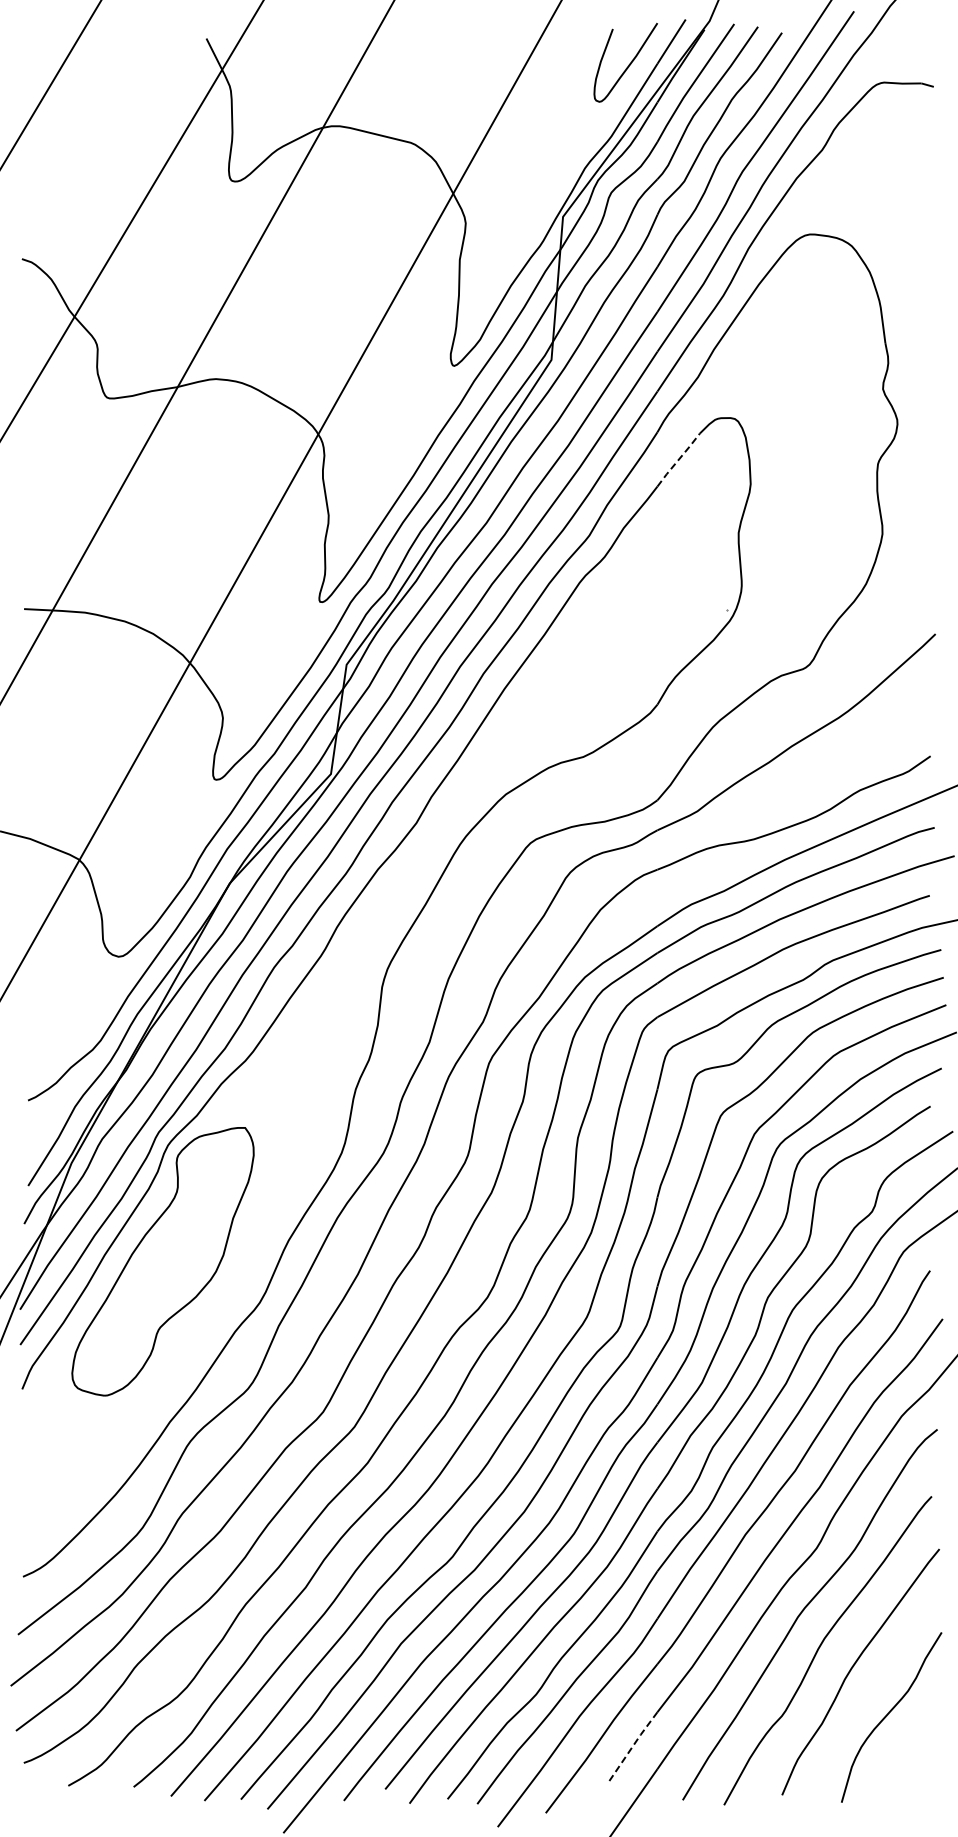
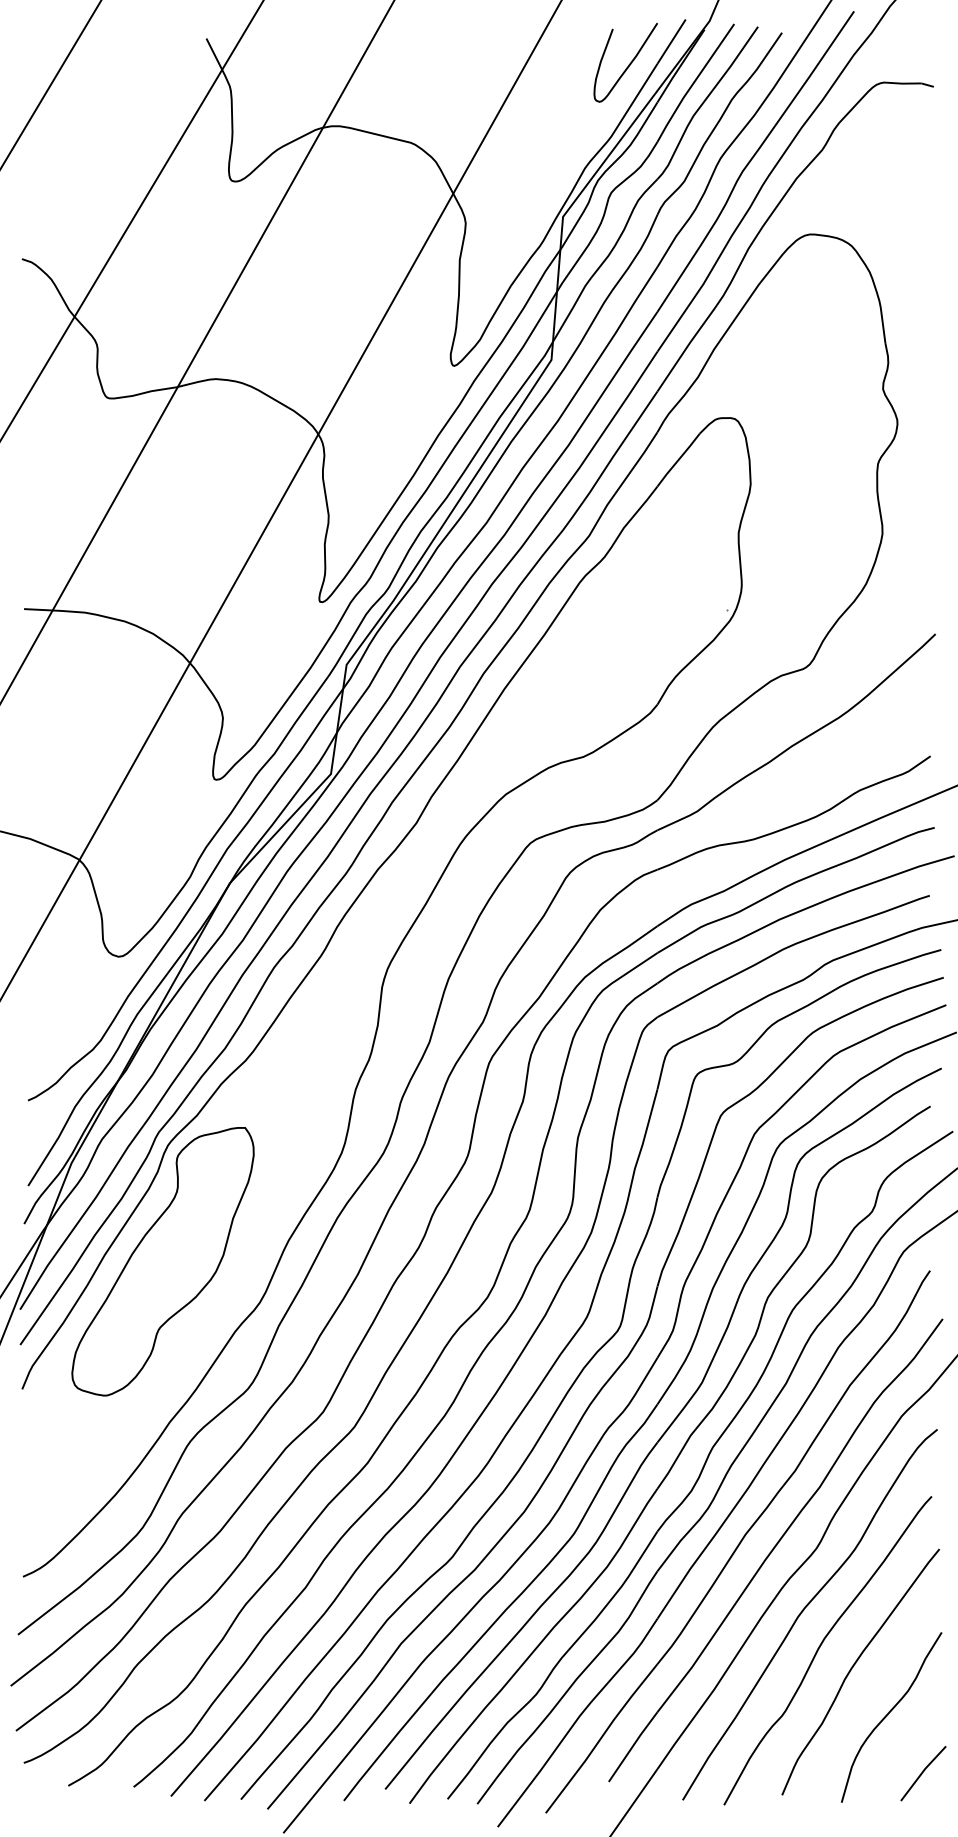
line at (678, 459): dashed -> solid
line at (632, 1746): dashed -> solid
line at (923, 1772): none -> present
